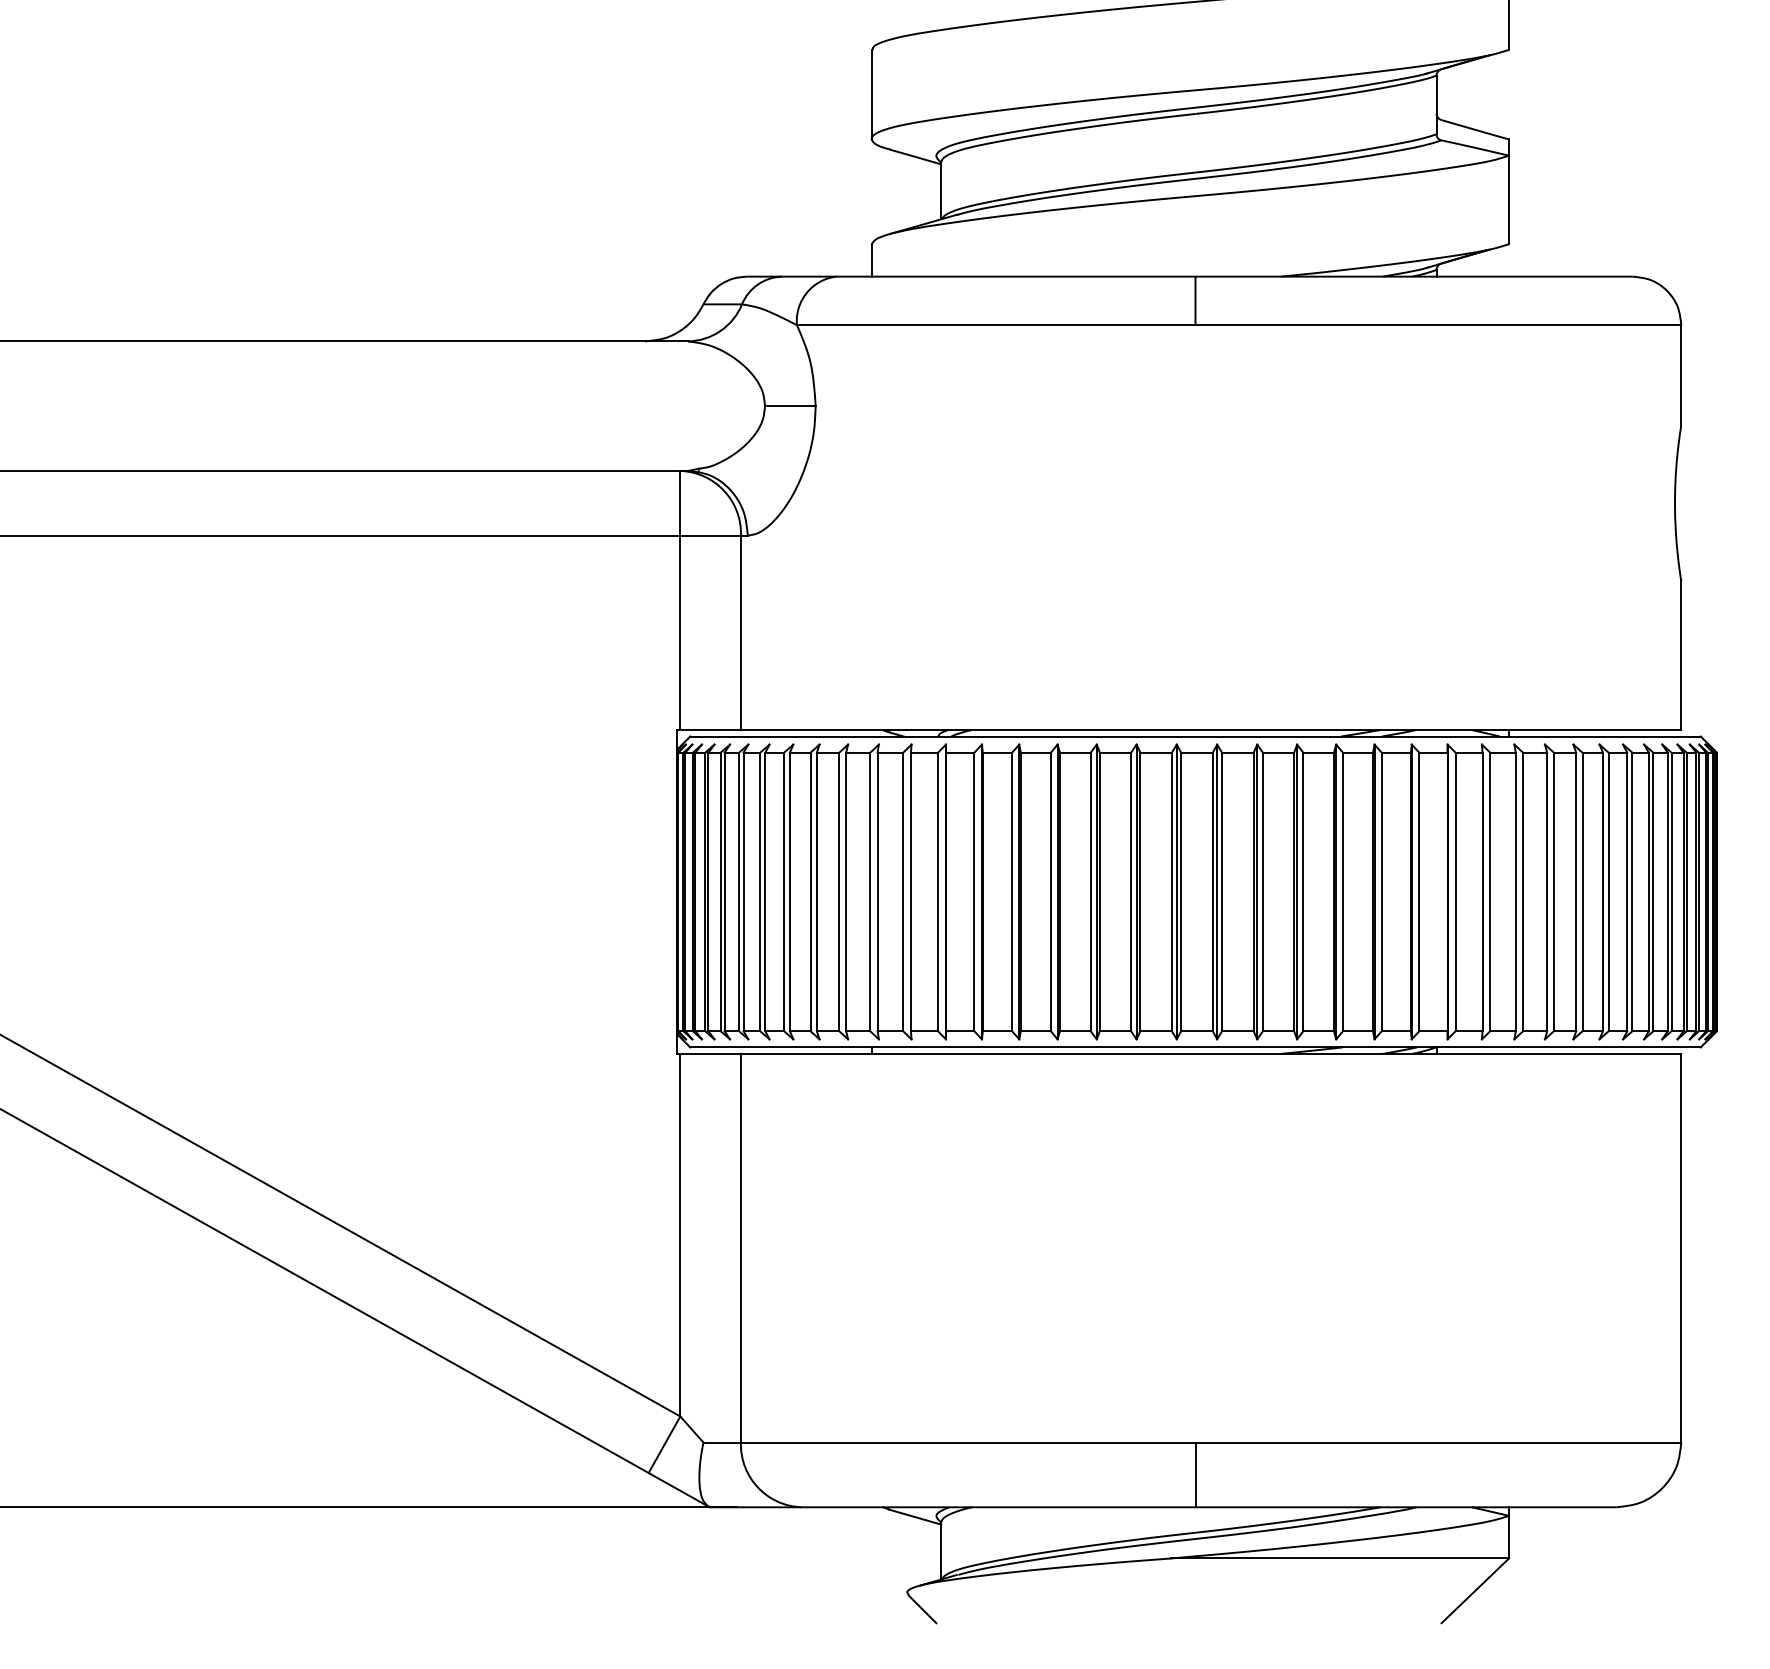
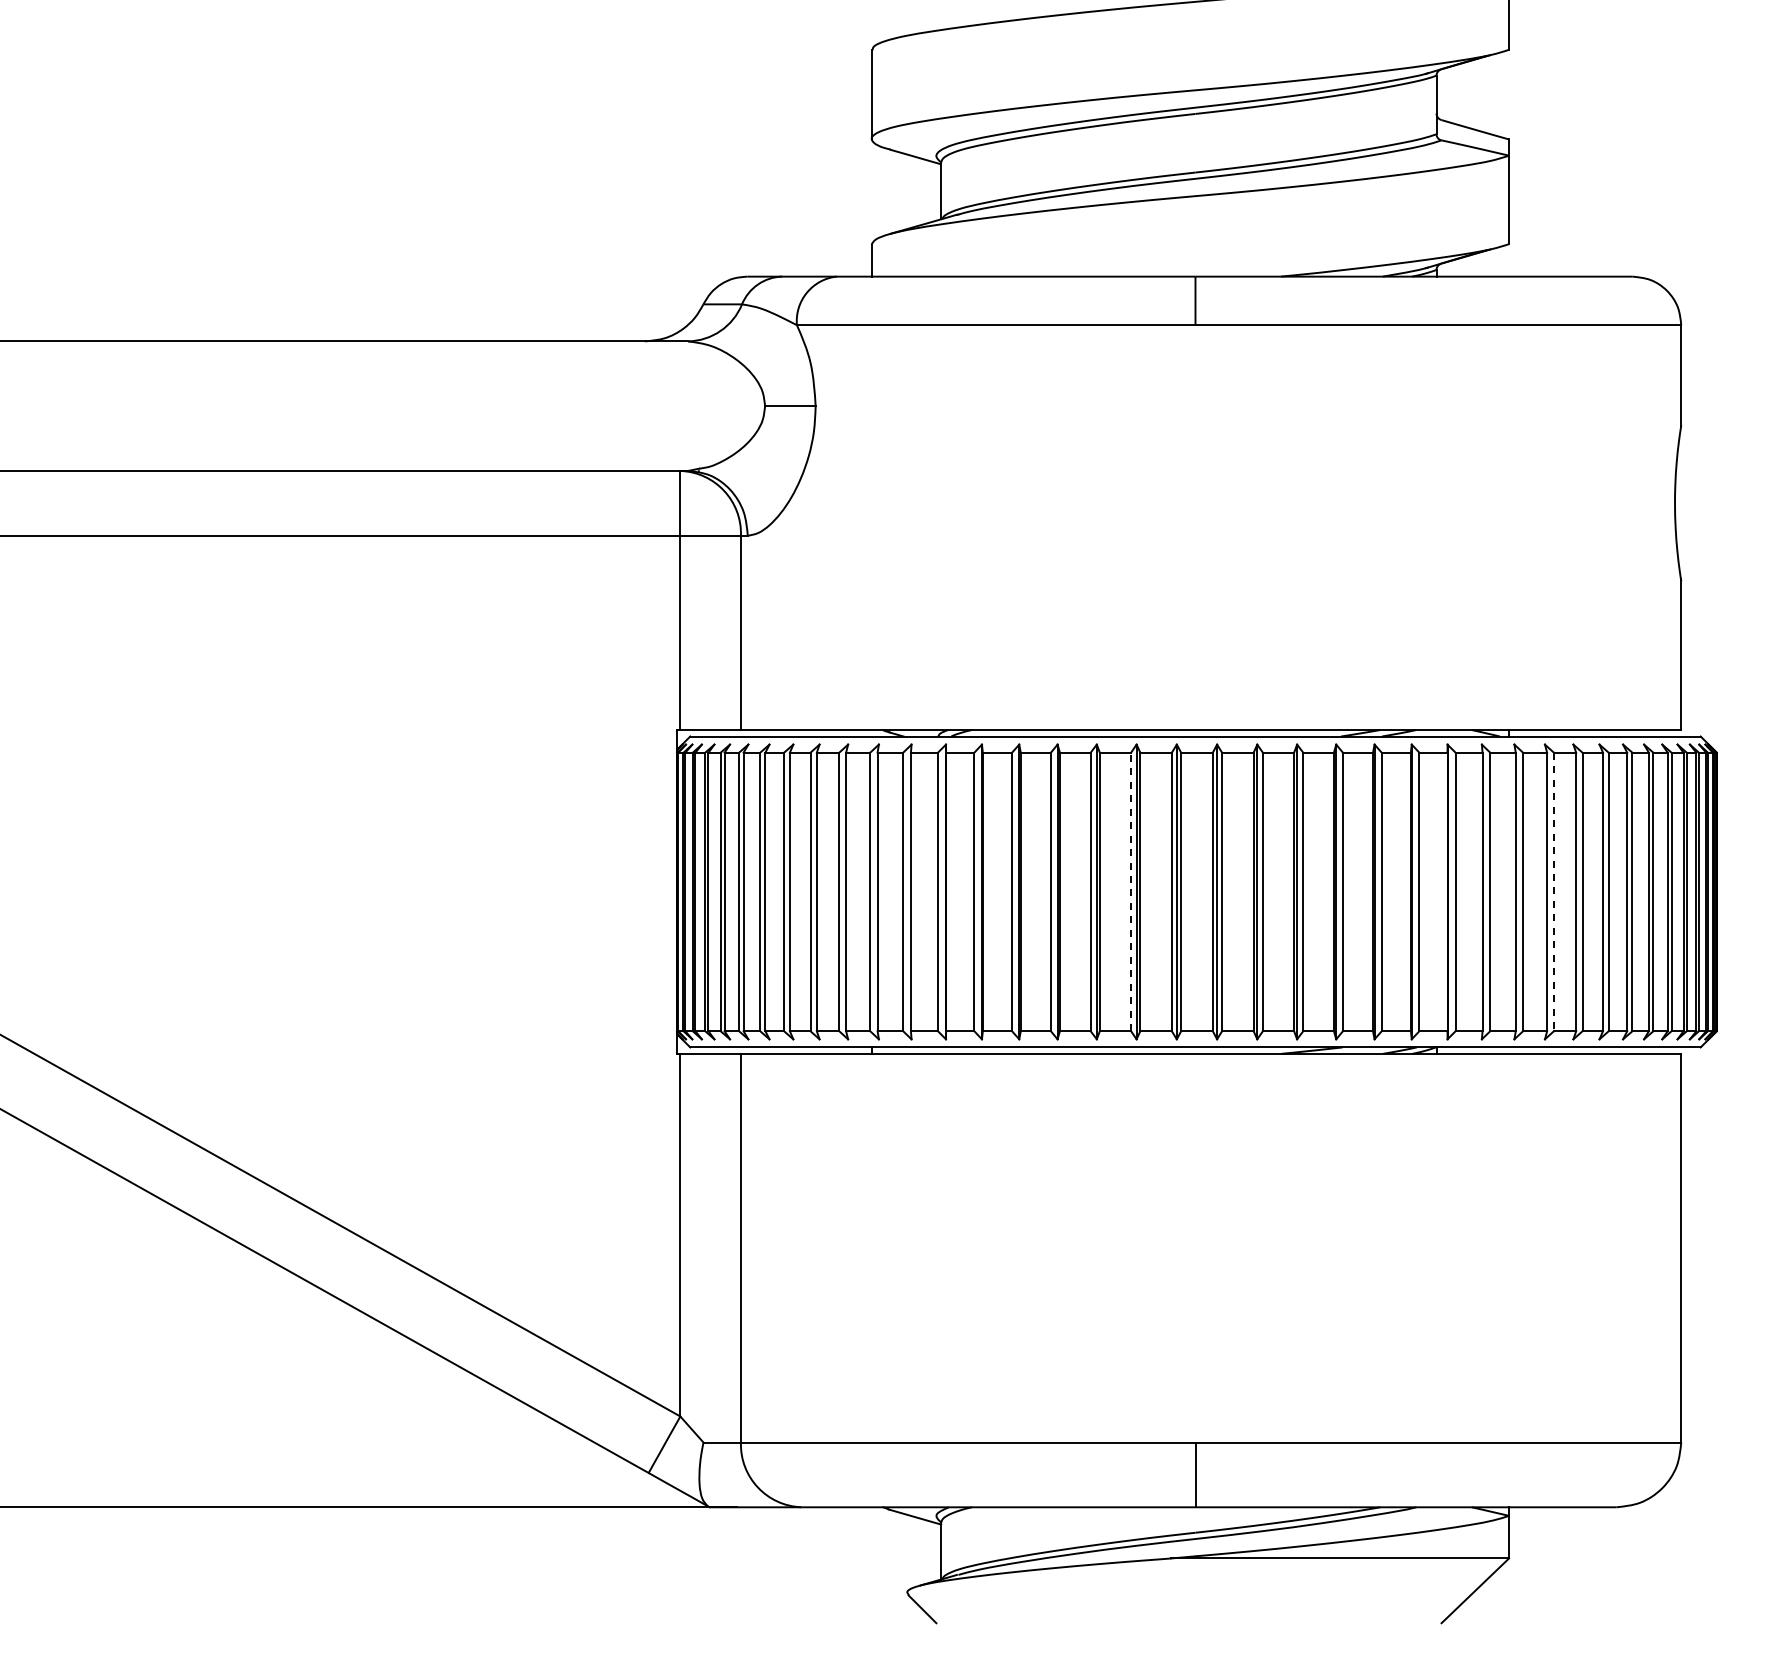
line at (1131, 891): solid -> dashed
line at (1553, 892): solid -> dashed
